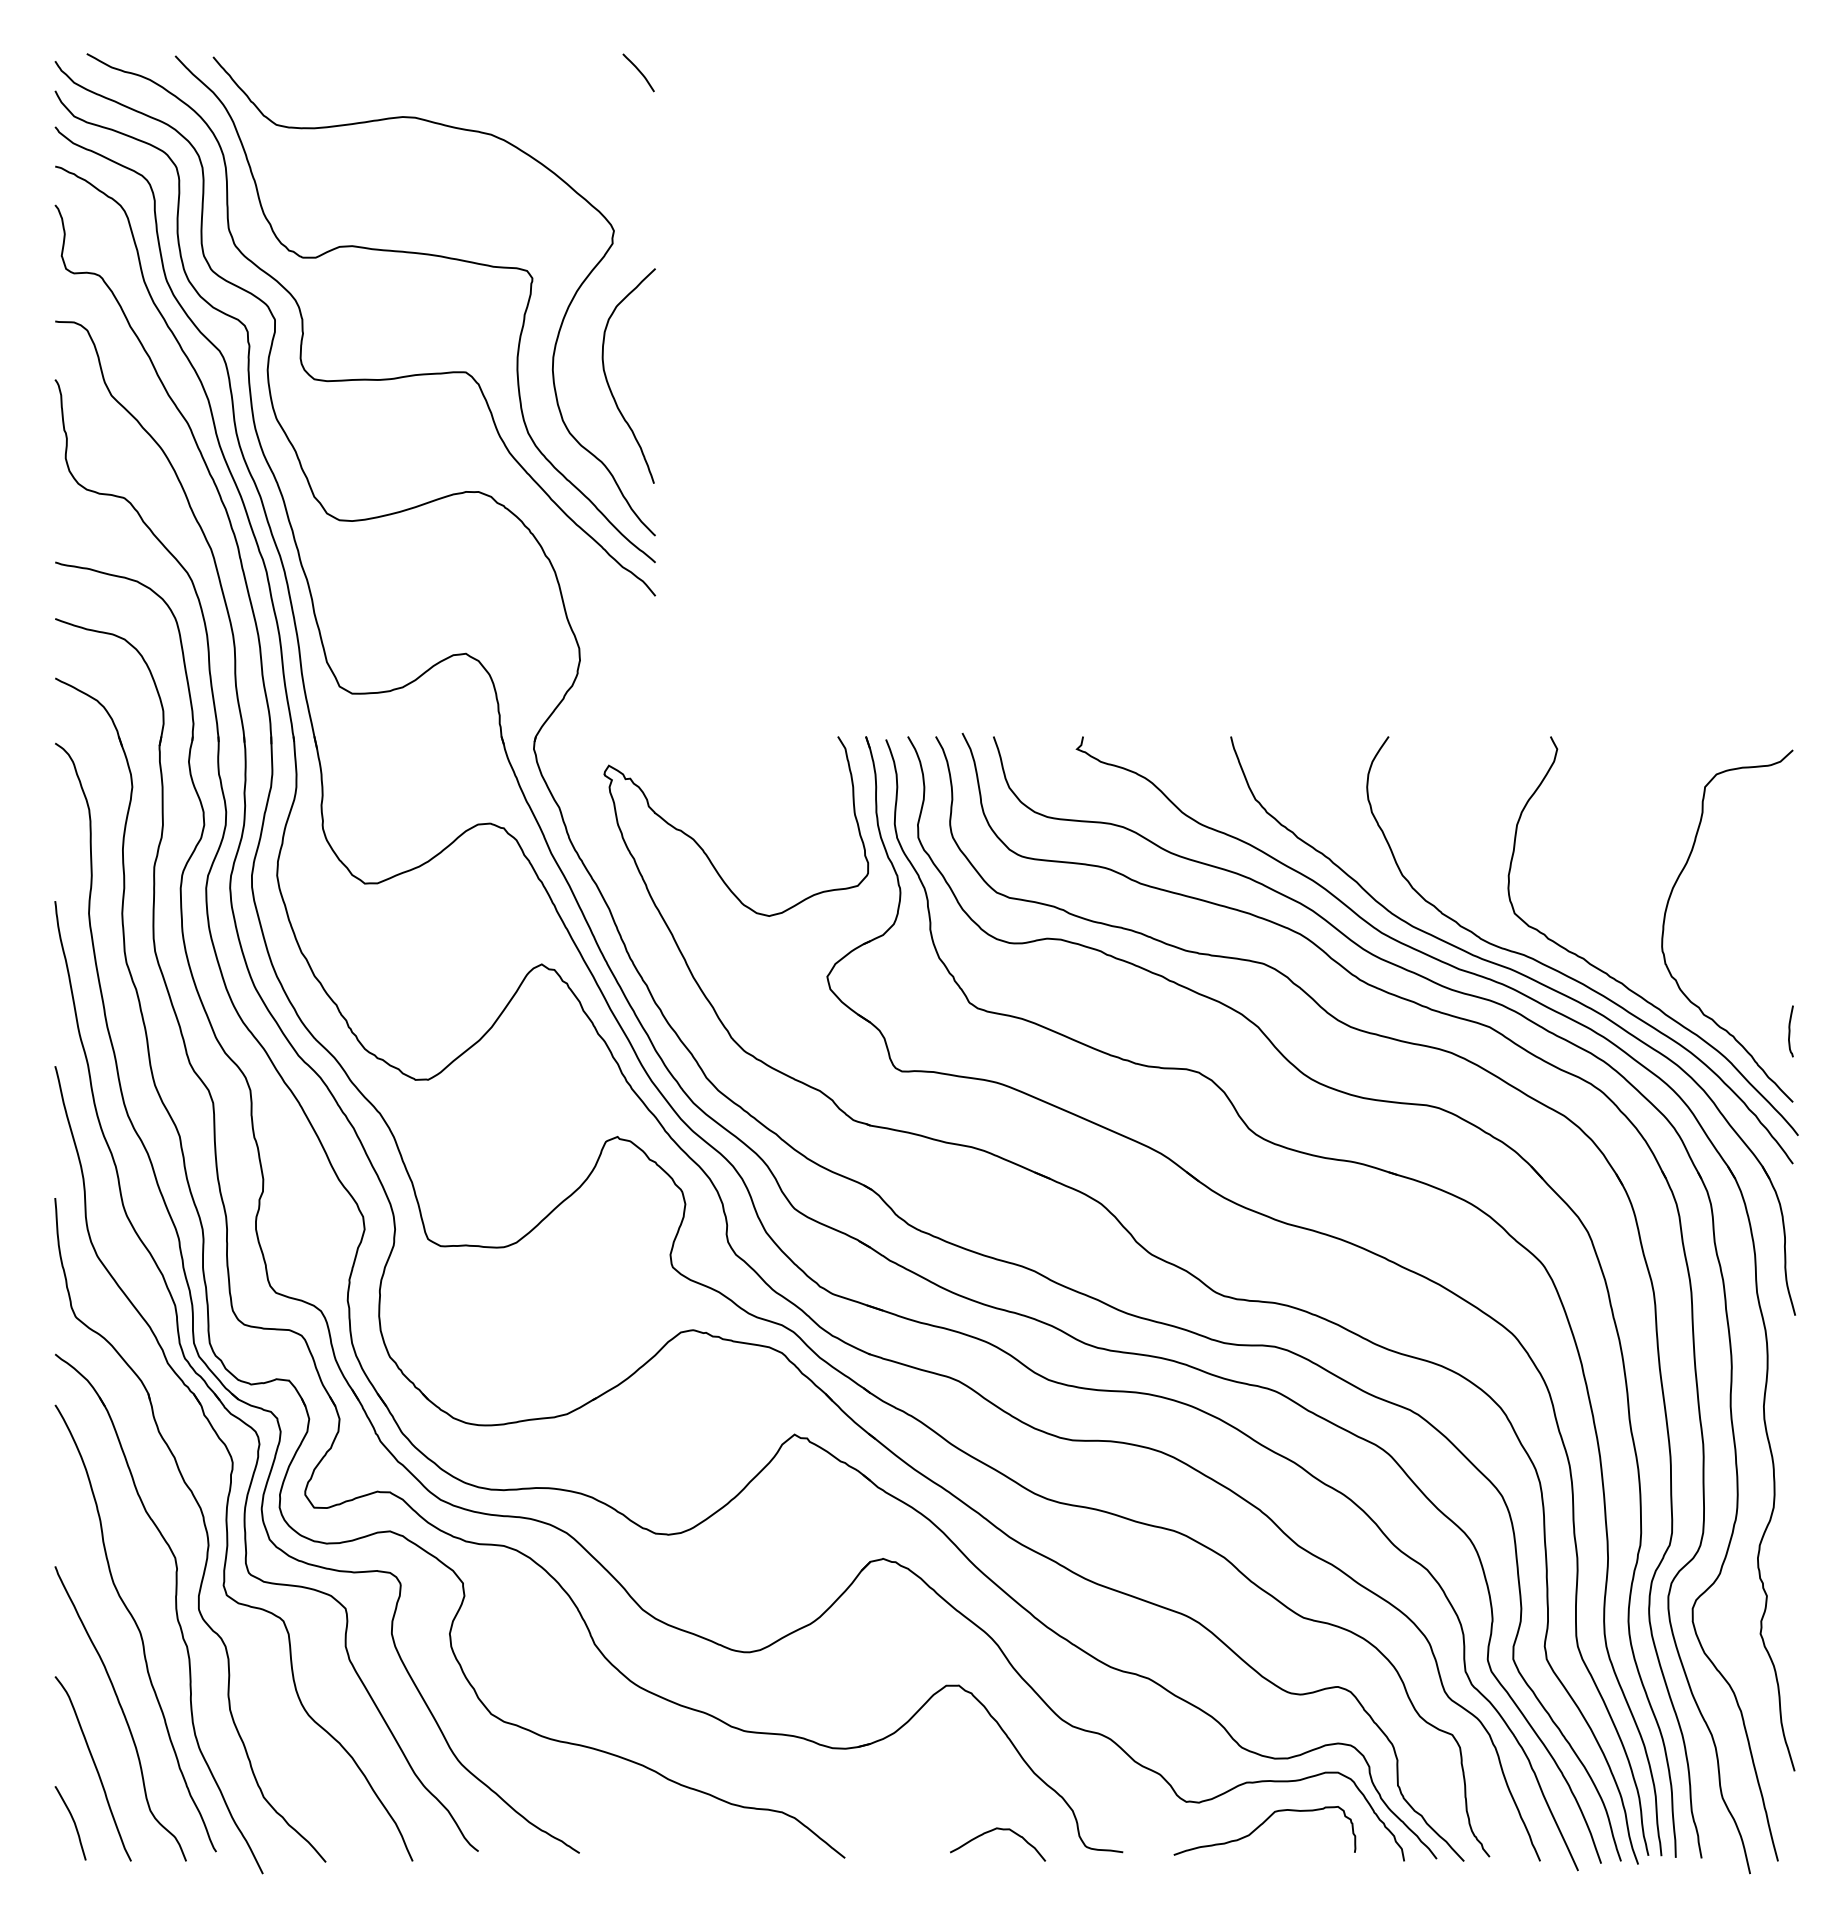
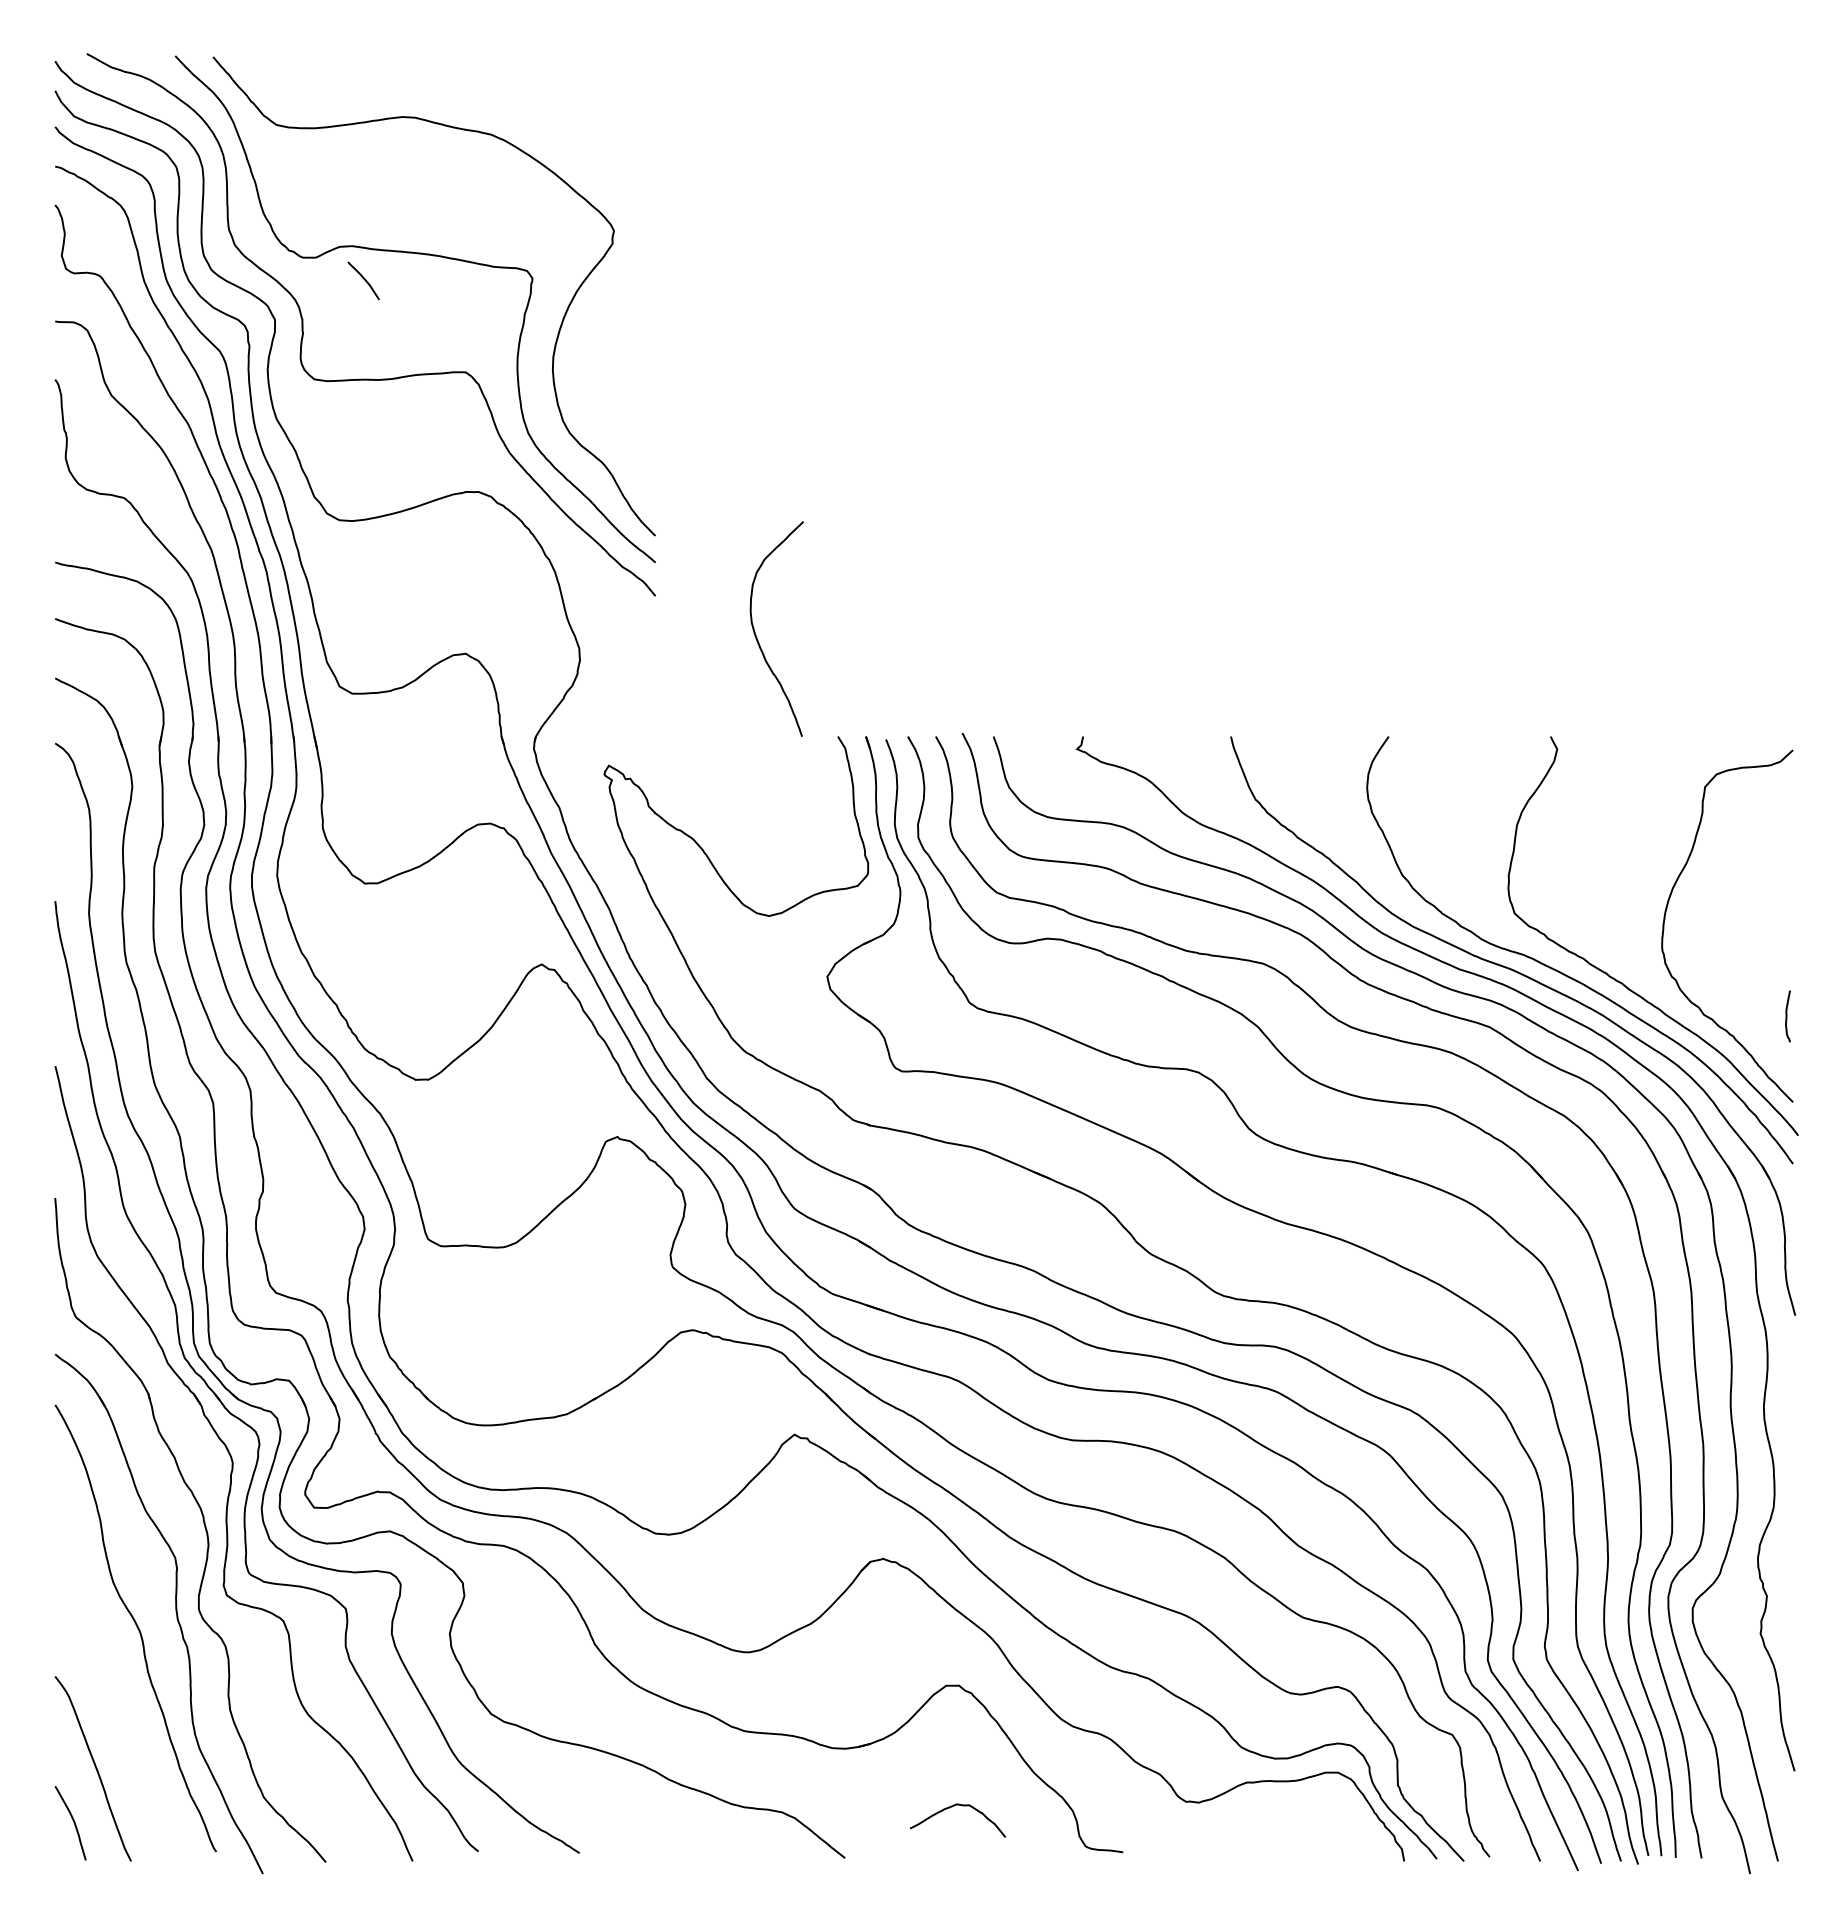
curve at (638, 71) position: (638, 71) -> (363, 279)
curve at (608, 381) position: (608, 381) -> (756, 634)
curve at (1790, 1031) position: (1790, 1031) -> (1787, 1016)
curve at (122, 1713): present -> none
curve at (1260, 1826): present -> none
curve at (992, 1831) position: (992, 1831) -> (952, 1807)
